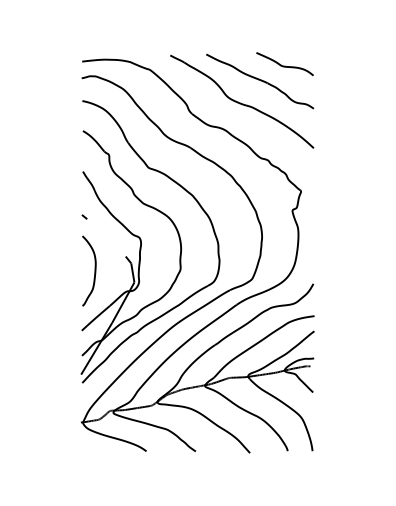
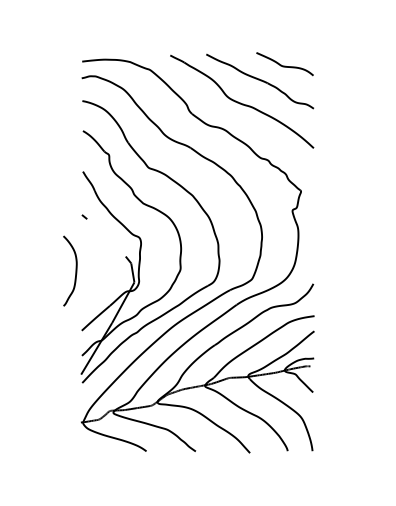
curve at (94, 270) position: (94, 270) -> (75, 270)
